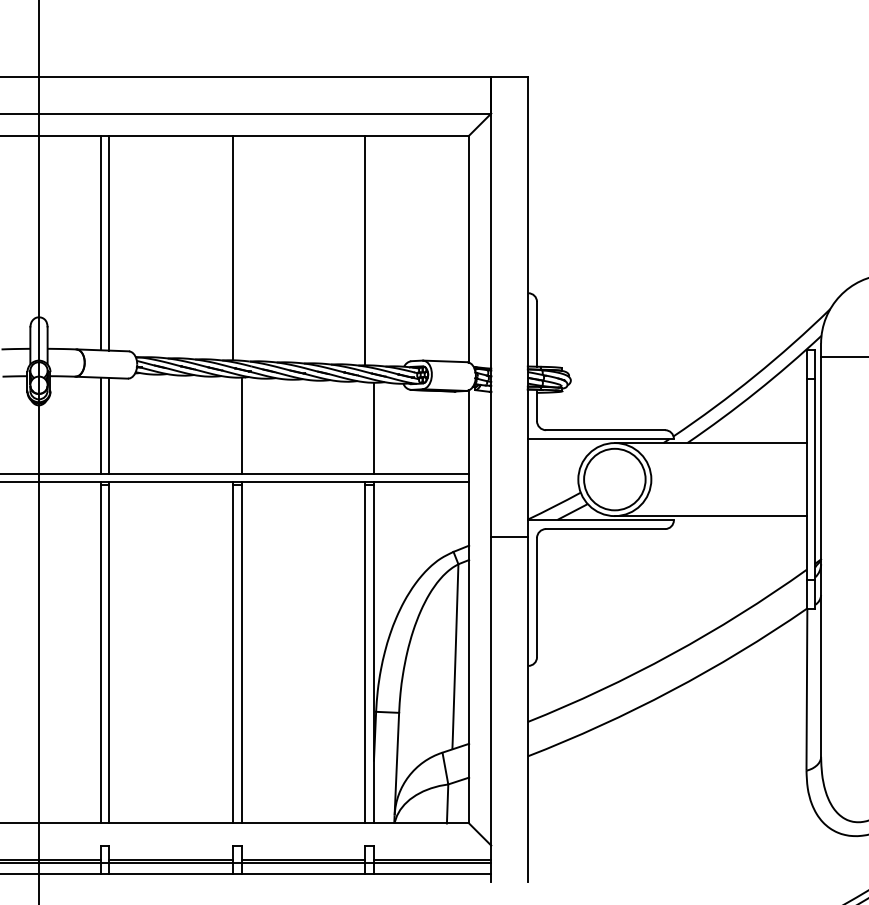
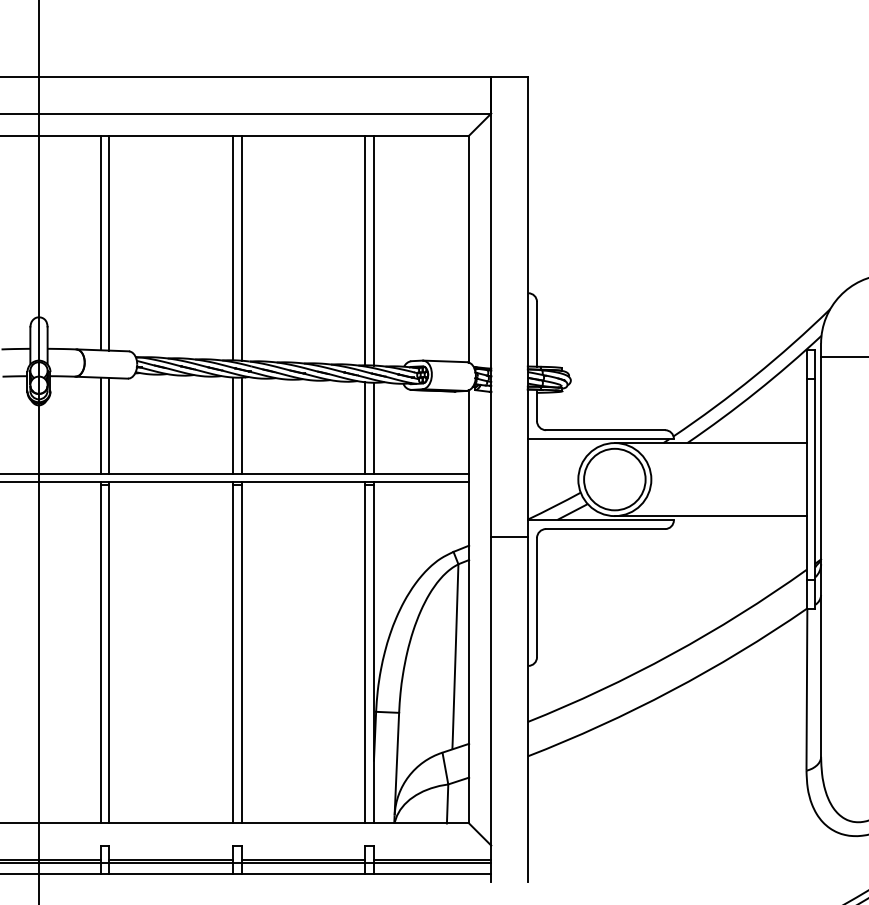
line at (241, 247): none -> present
line at (373, 250): none -> present
line at (233, 425): none -> present
line at (365, 427): none -> present
